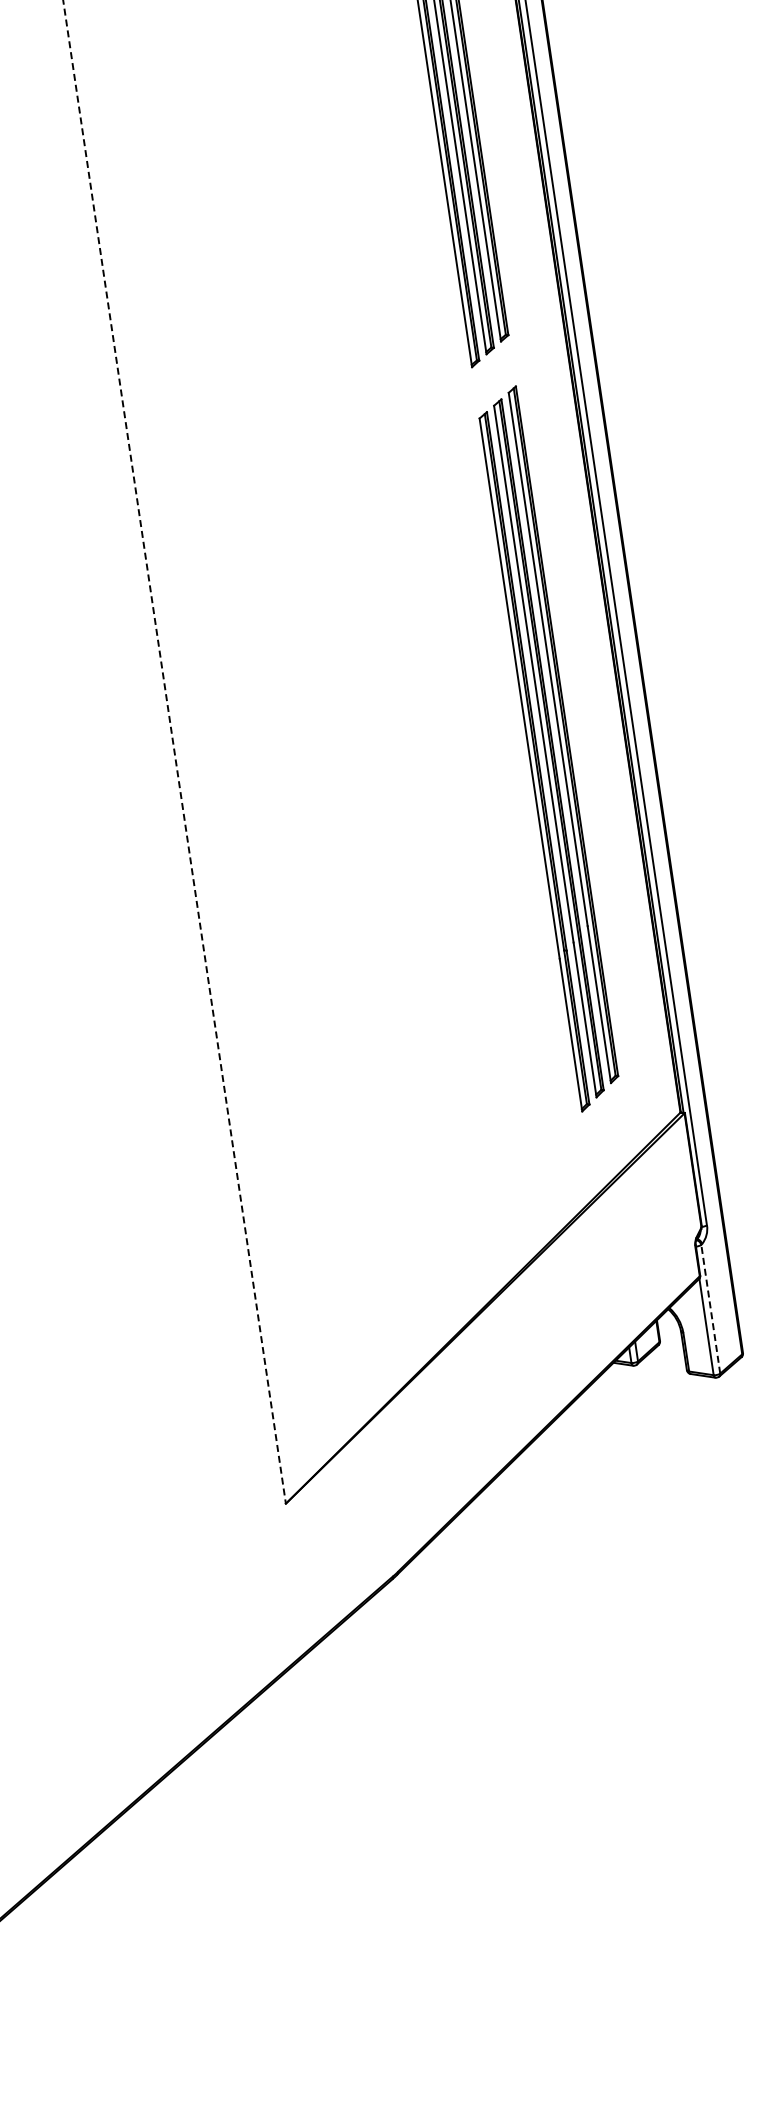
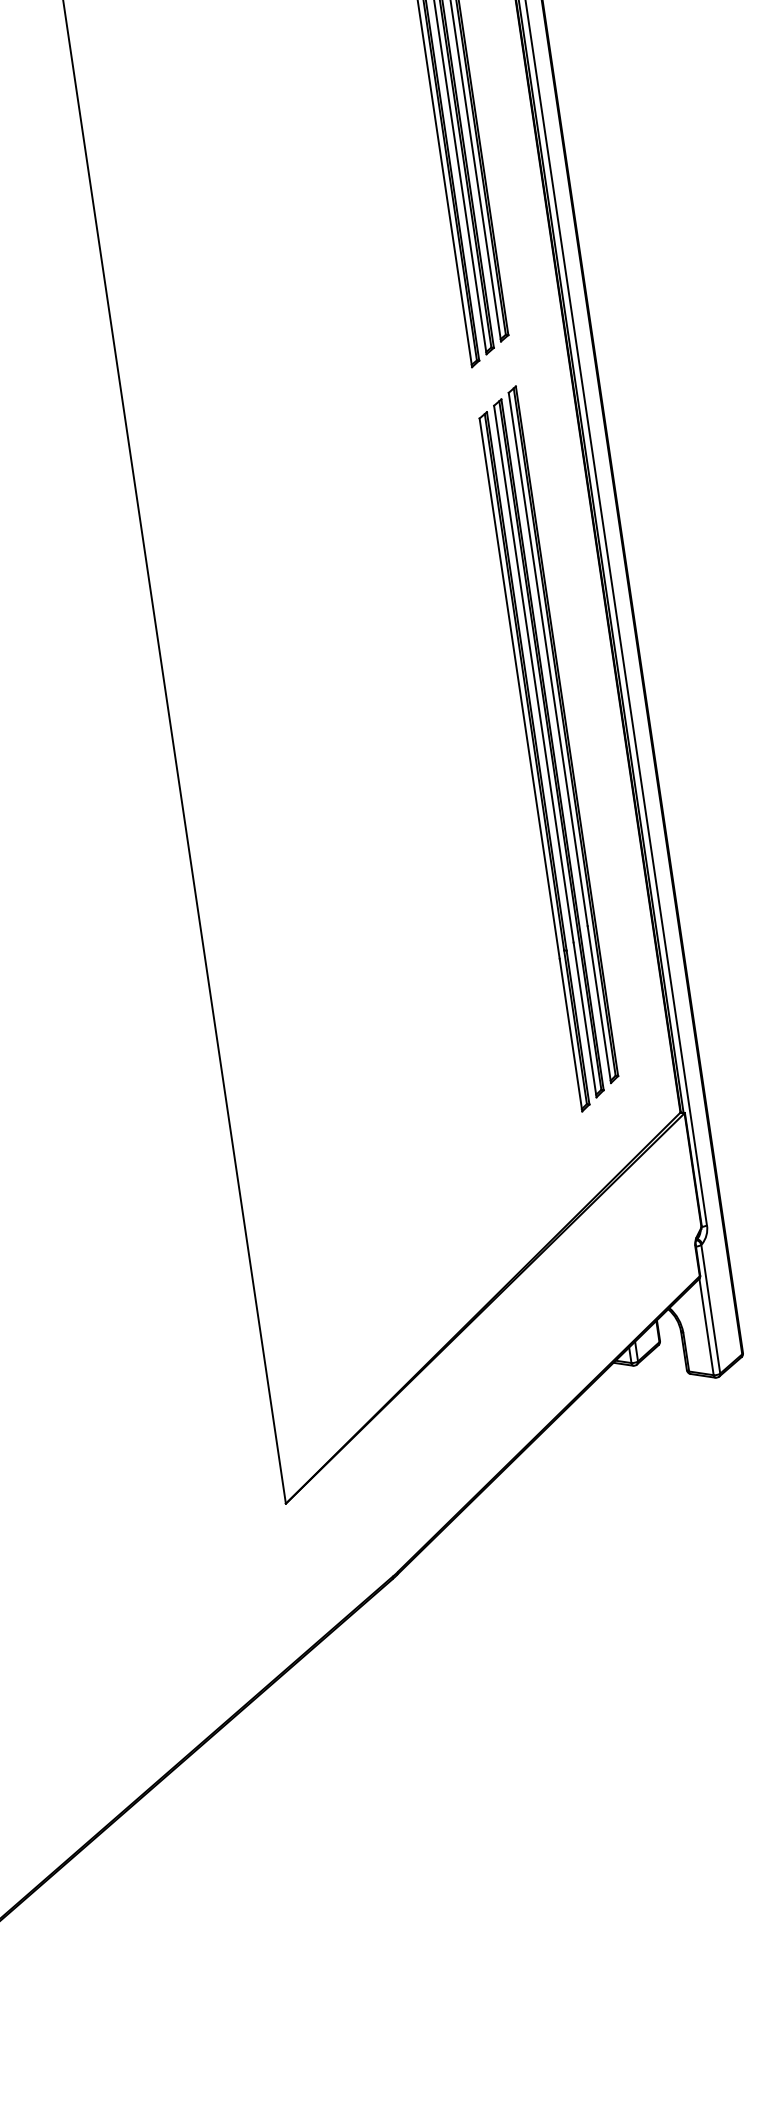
line at (174, 752): dashed -> solid
line at (710, 1308): dashed -> solid
